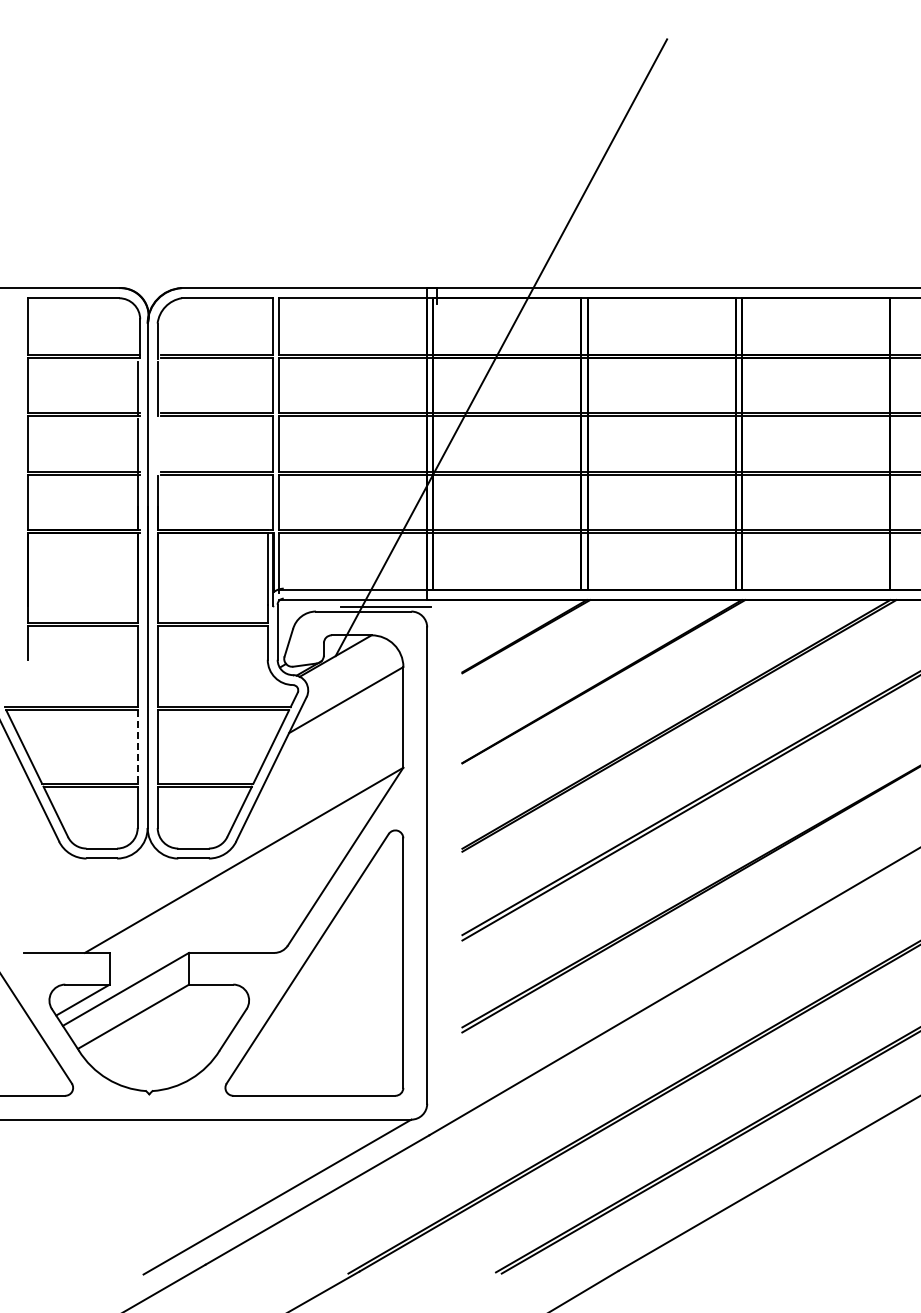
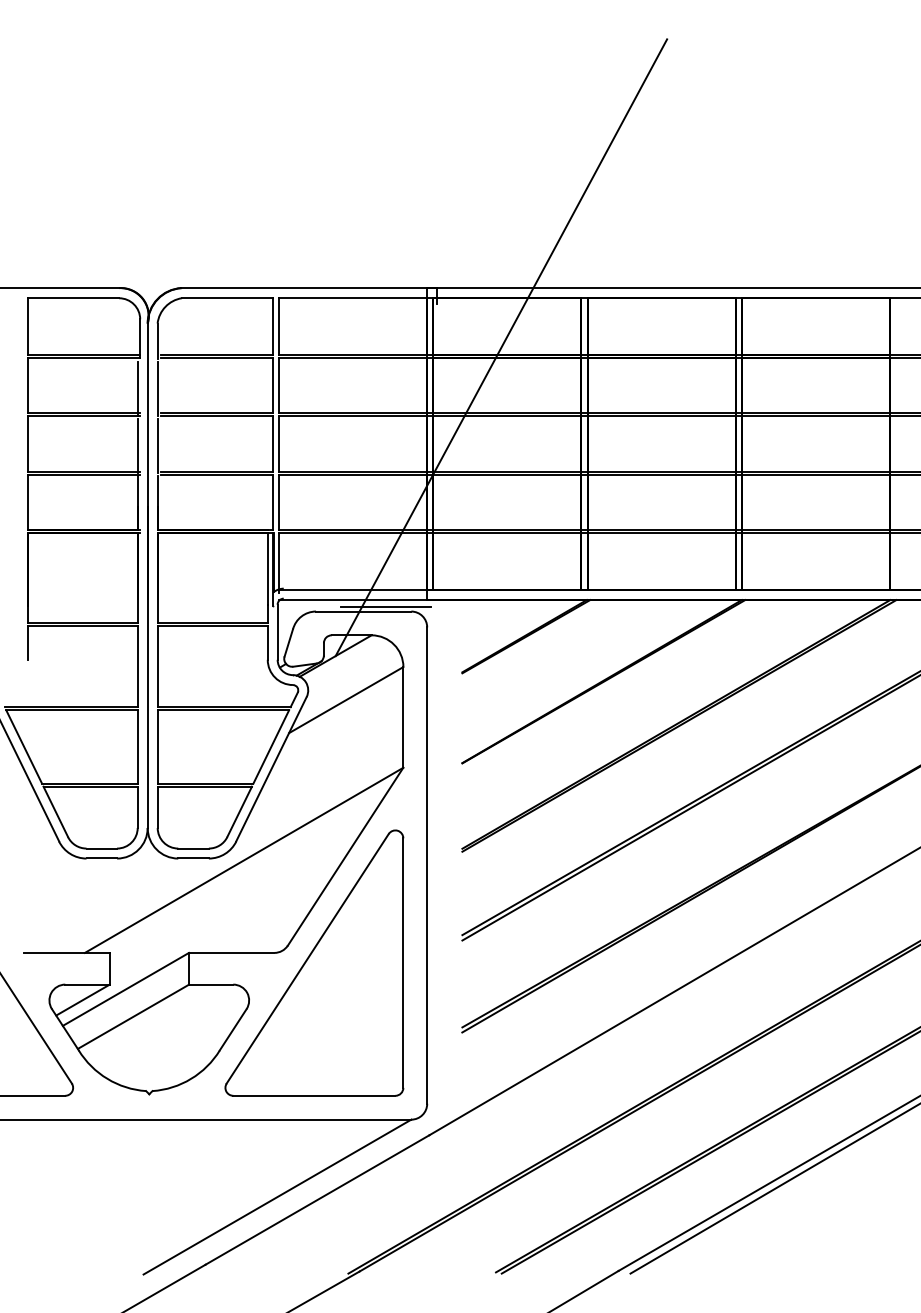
line at (157, 445): none -> present
line at (137, 746): dashed -> solid
line at (773, 1189): none -> present
